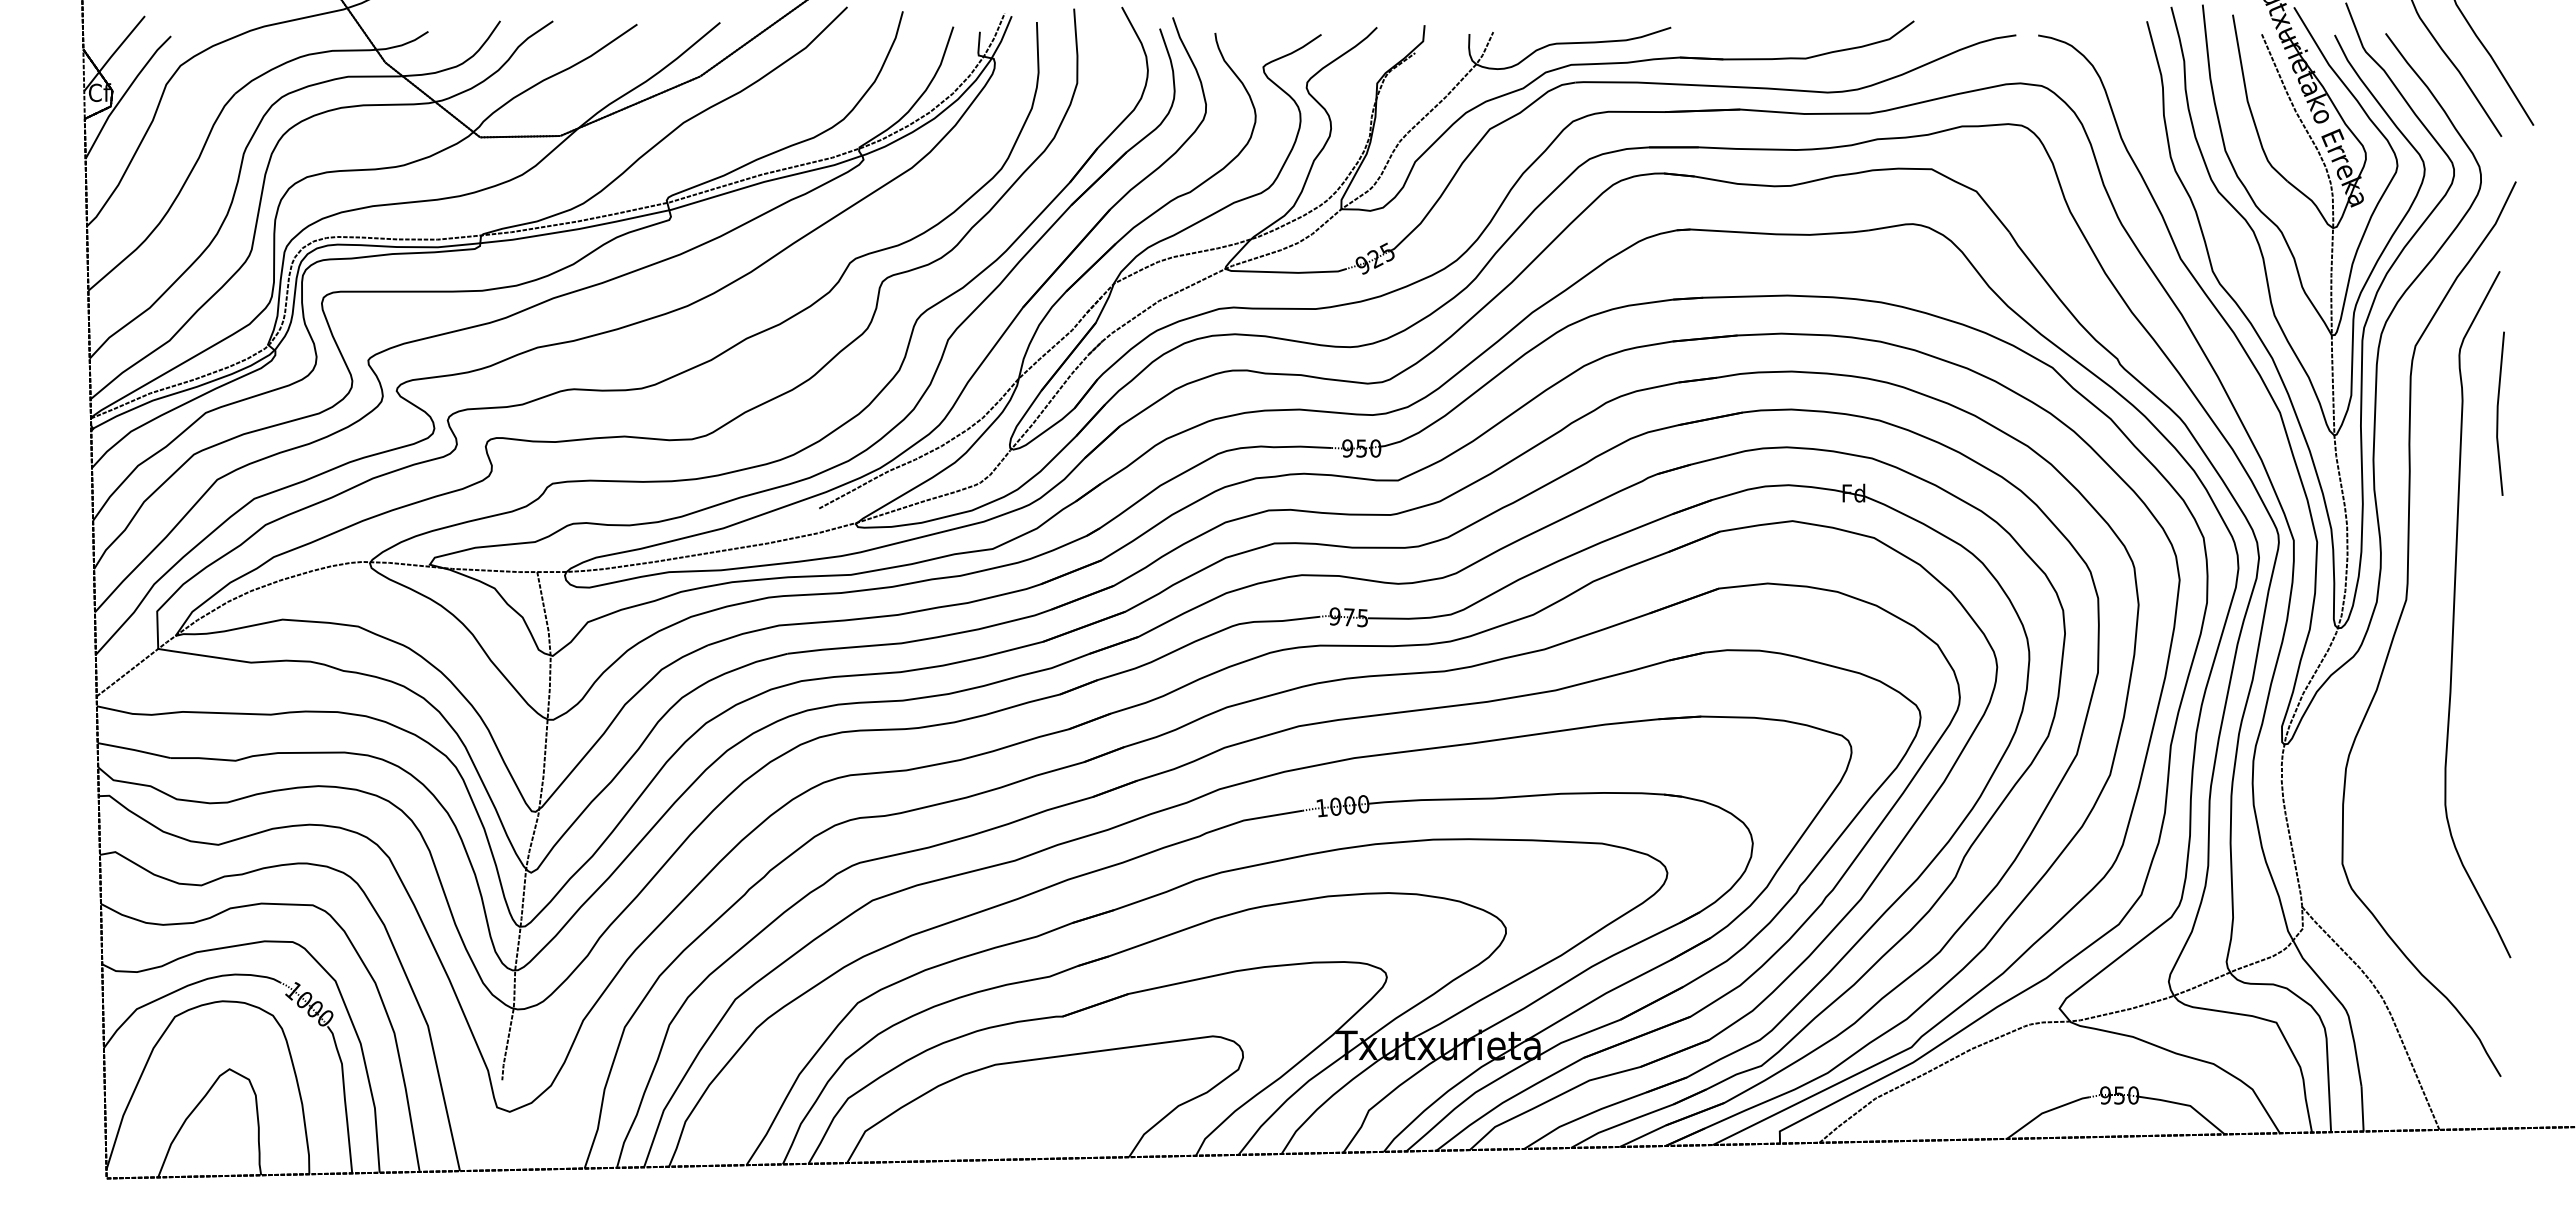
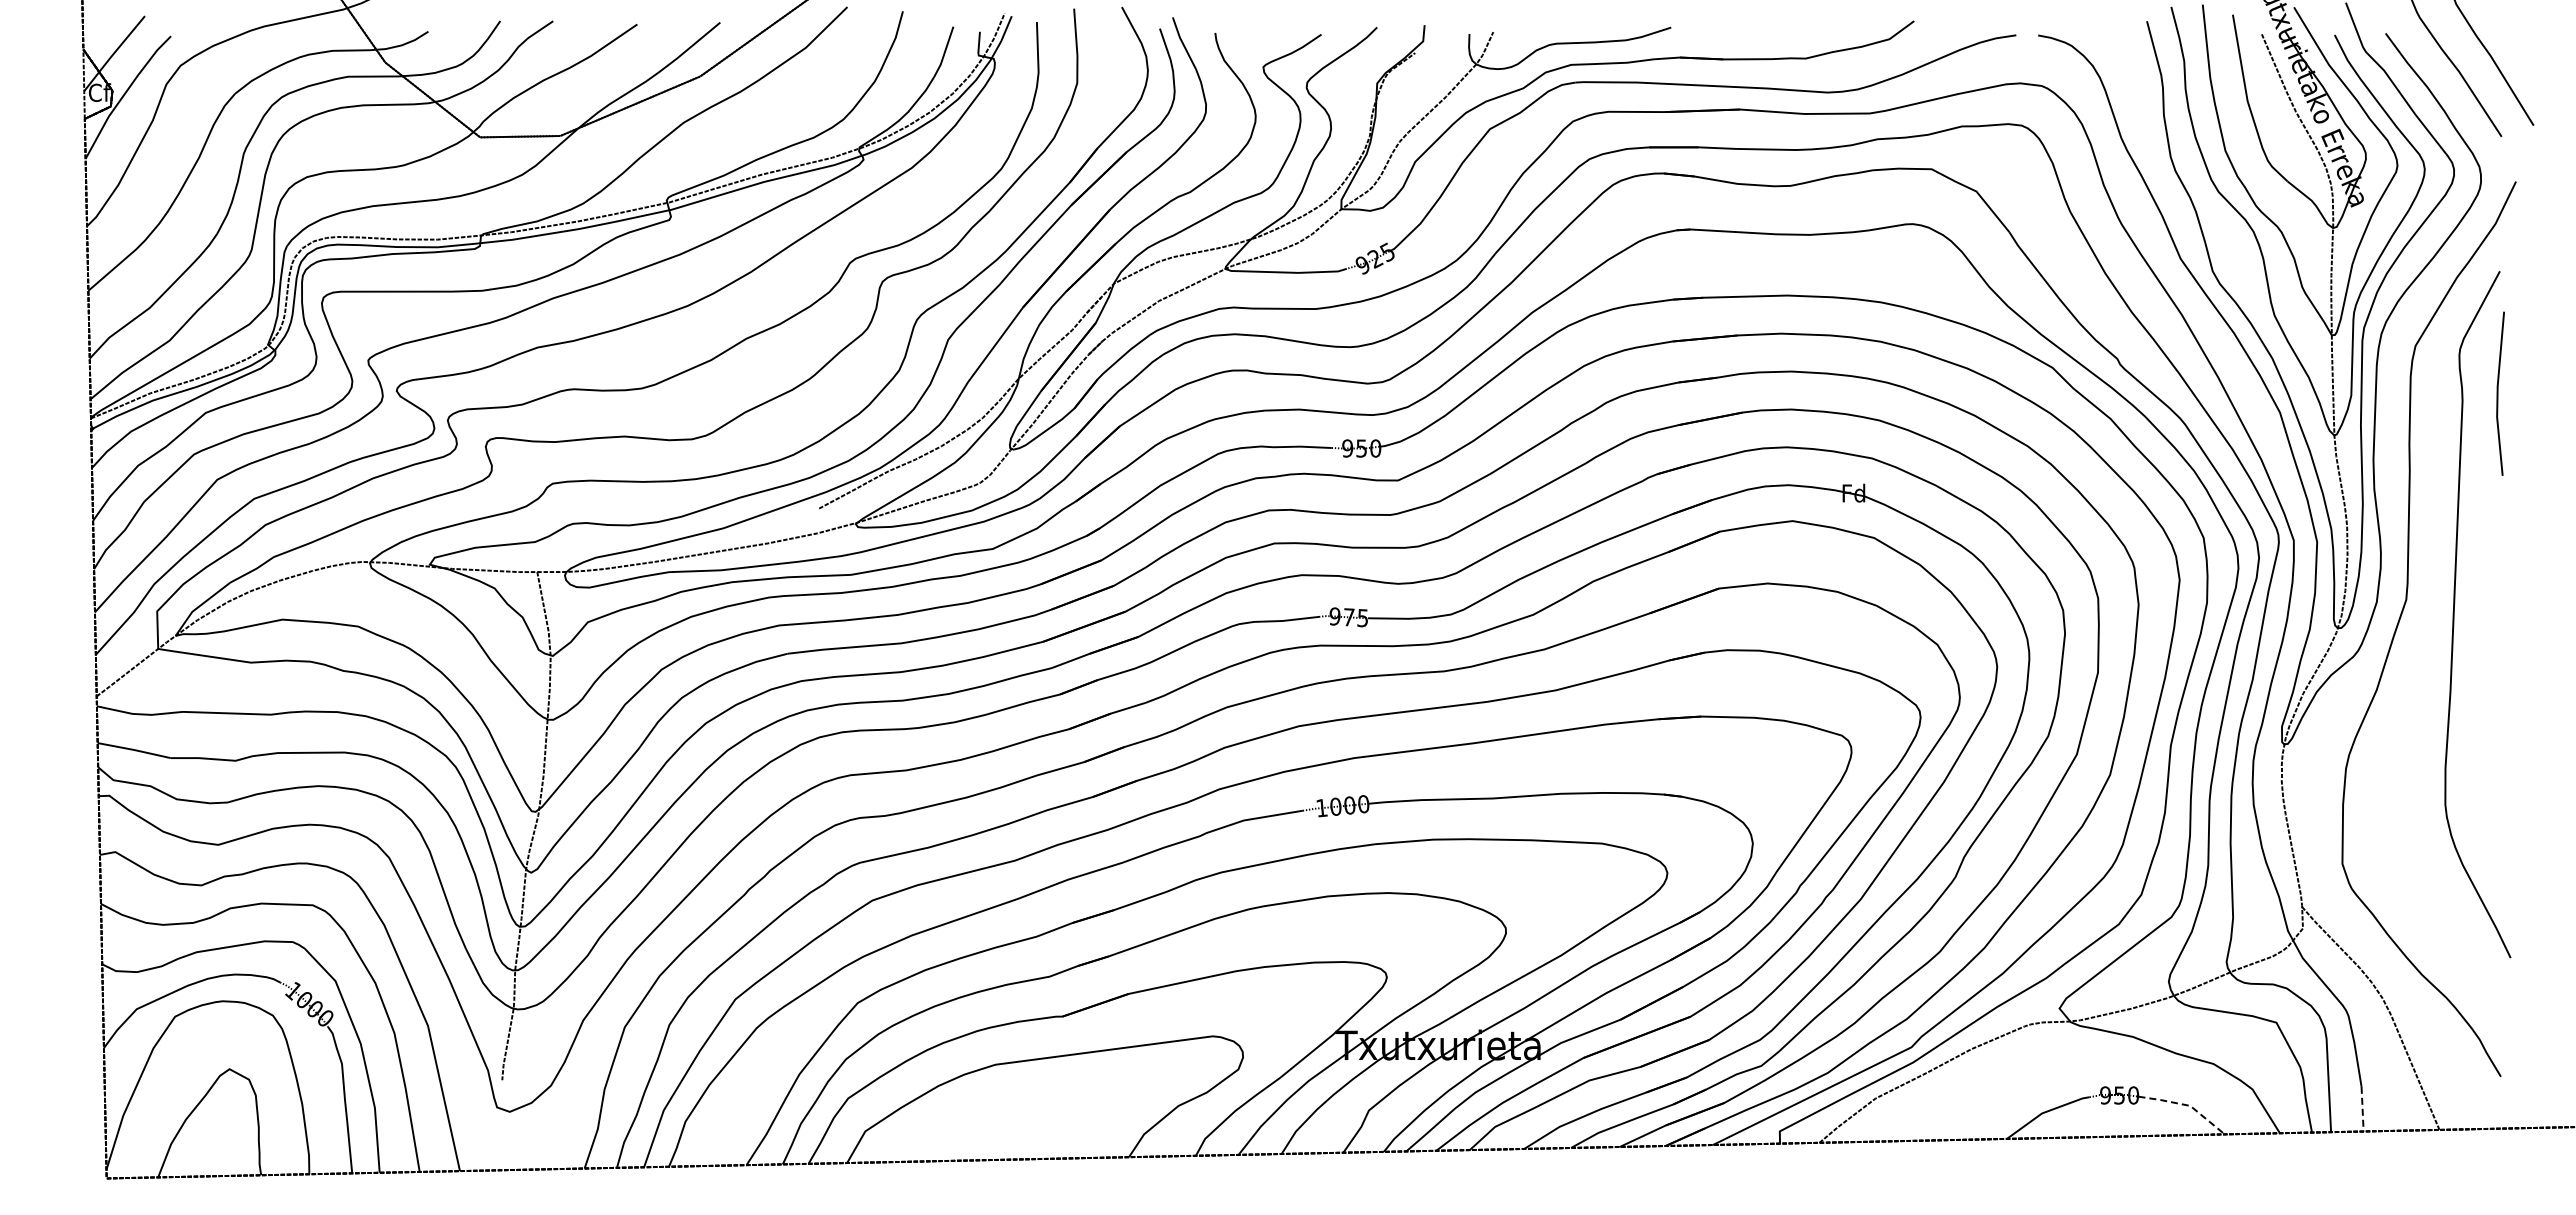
line at (2498, 413) position: (2498, 413) -> (2498, 393)
line at (2186, 1105): solid -> dashed
line at (2362, 1109): solid -> dashed
